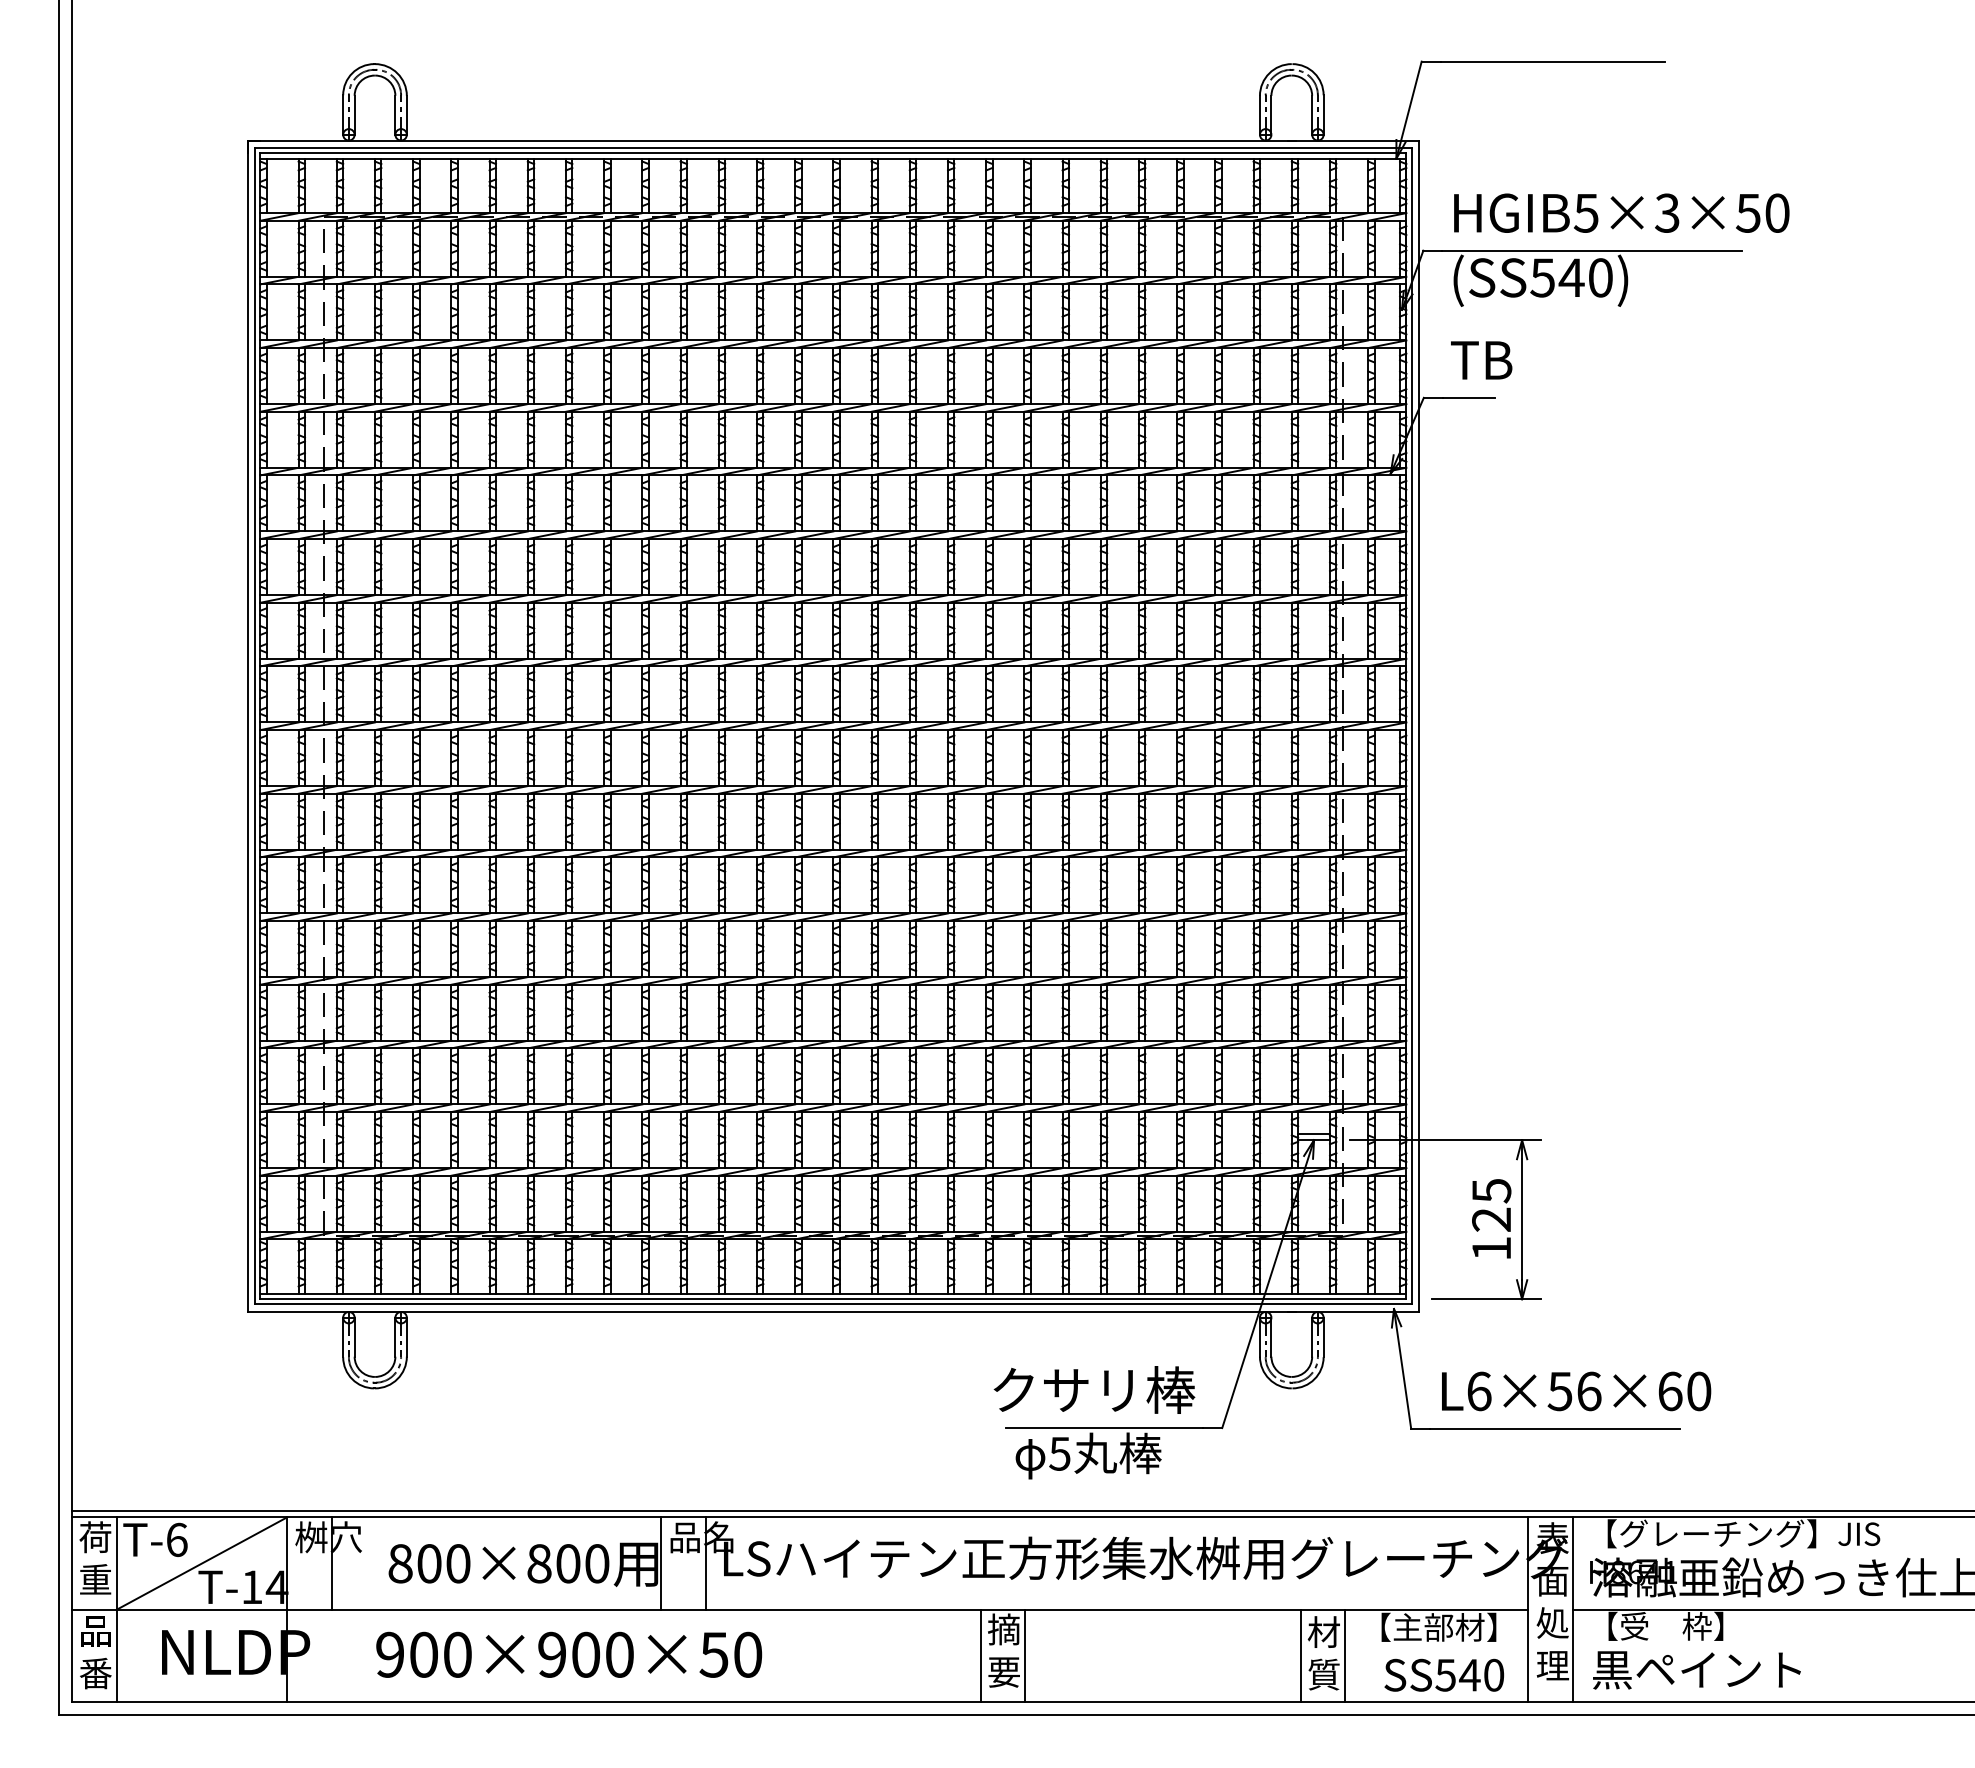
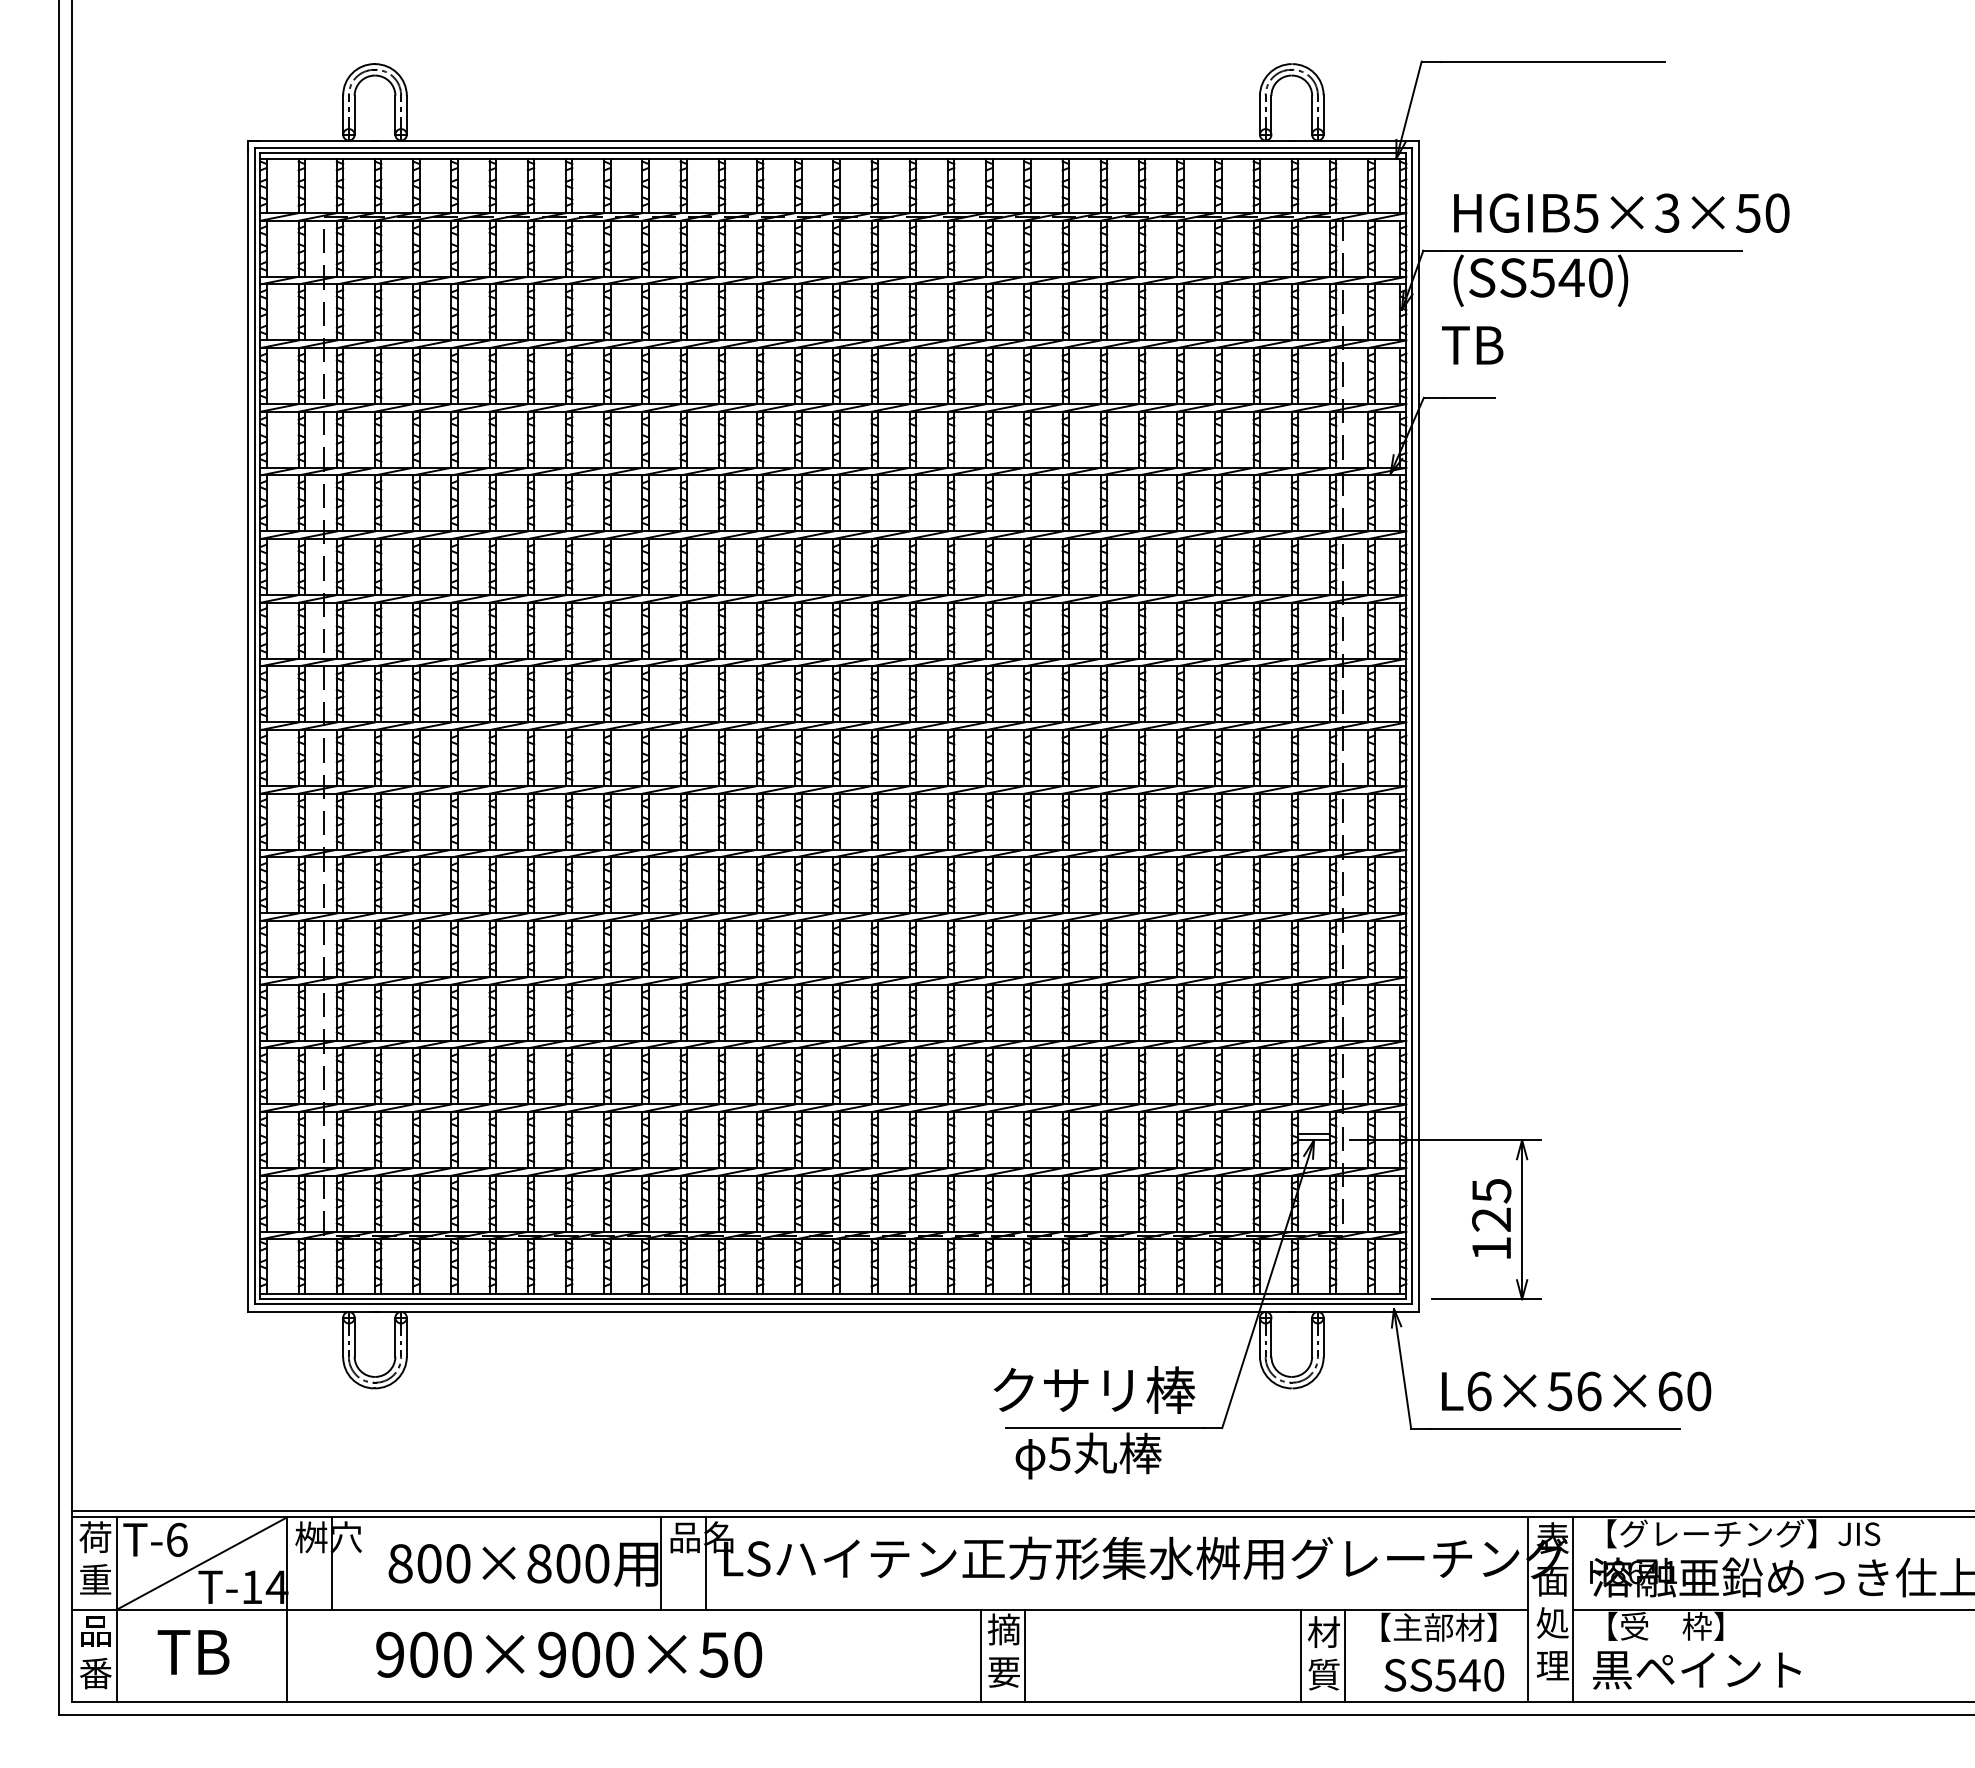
text at (1481, 360) position: (1481, 360) -> (1472, 345)
text at (233, 1652): NLDP -> TB
